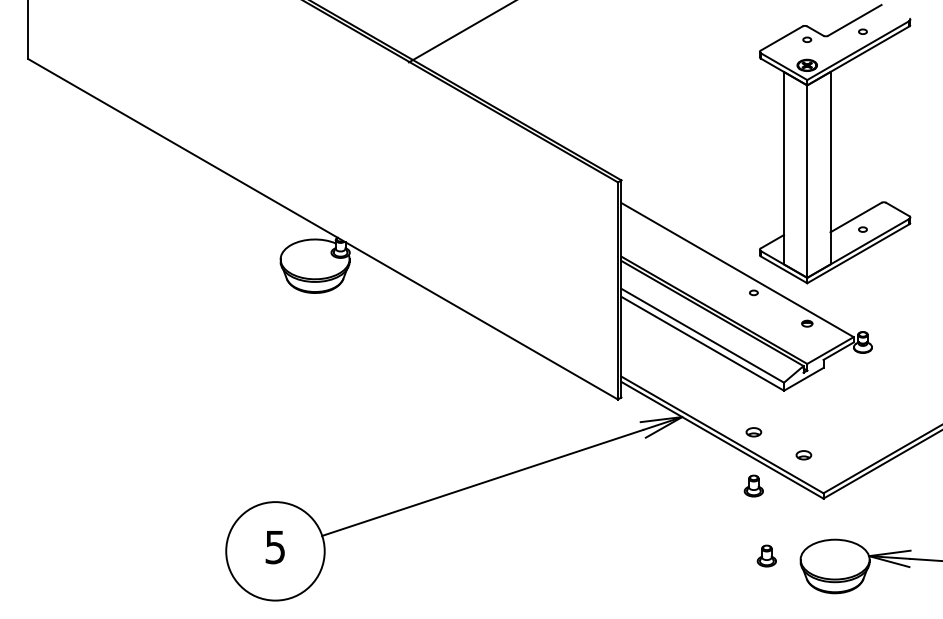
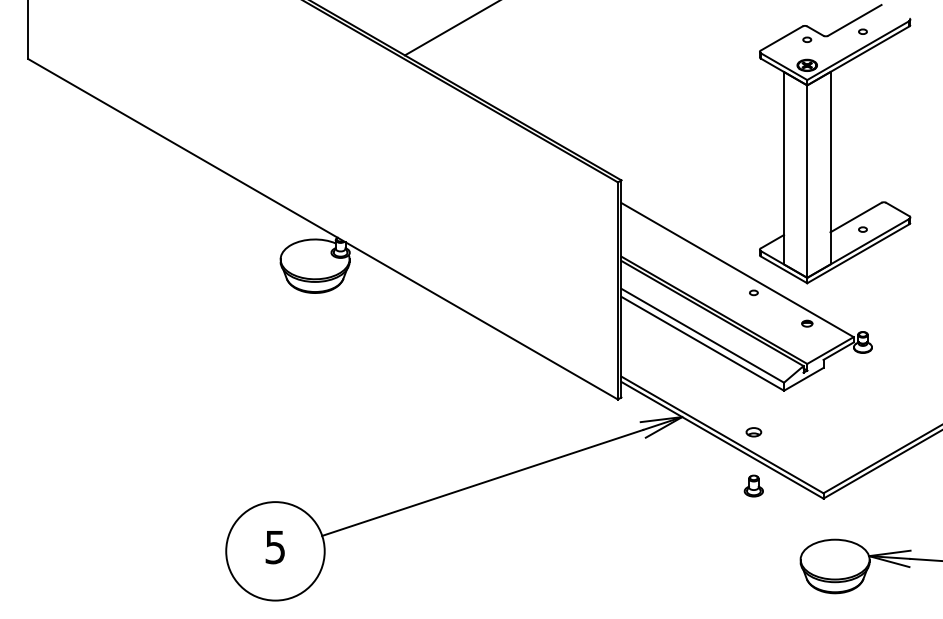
line at (460, 32) position: (460, 32) -> (450, 28)
part at (803, 455): present -> none
part at (766, 555): present -> none
